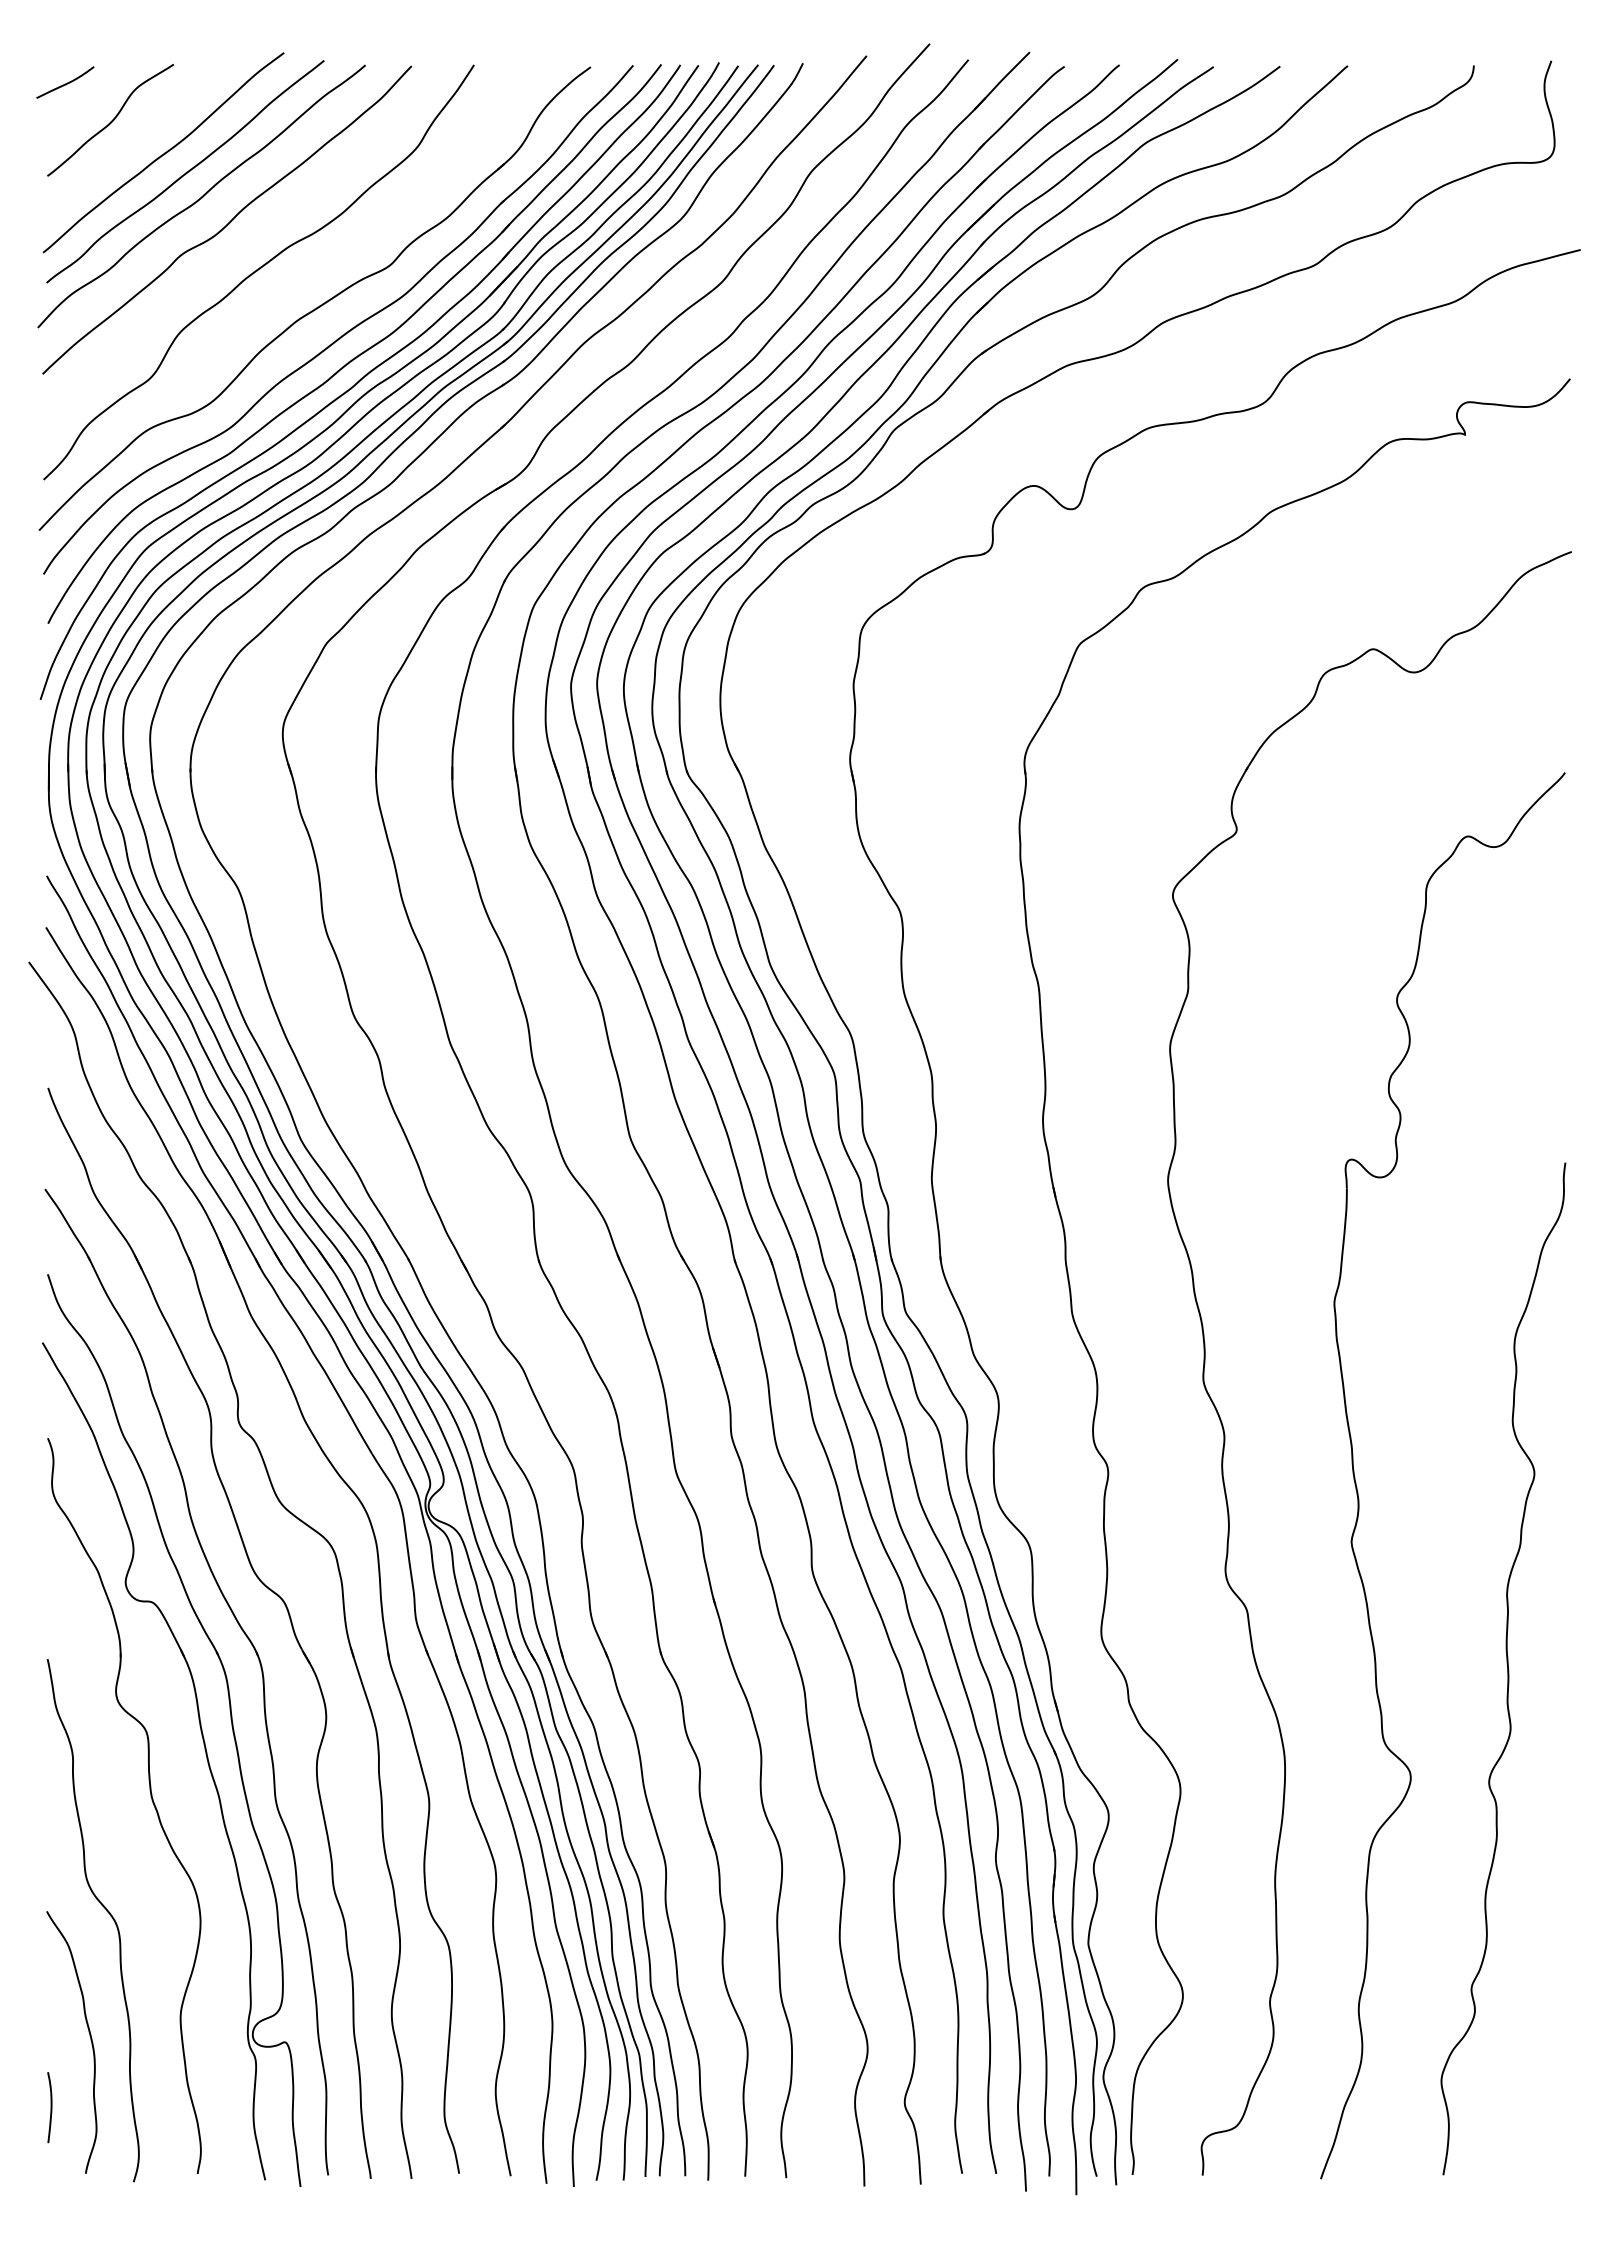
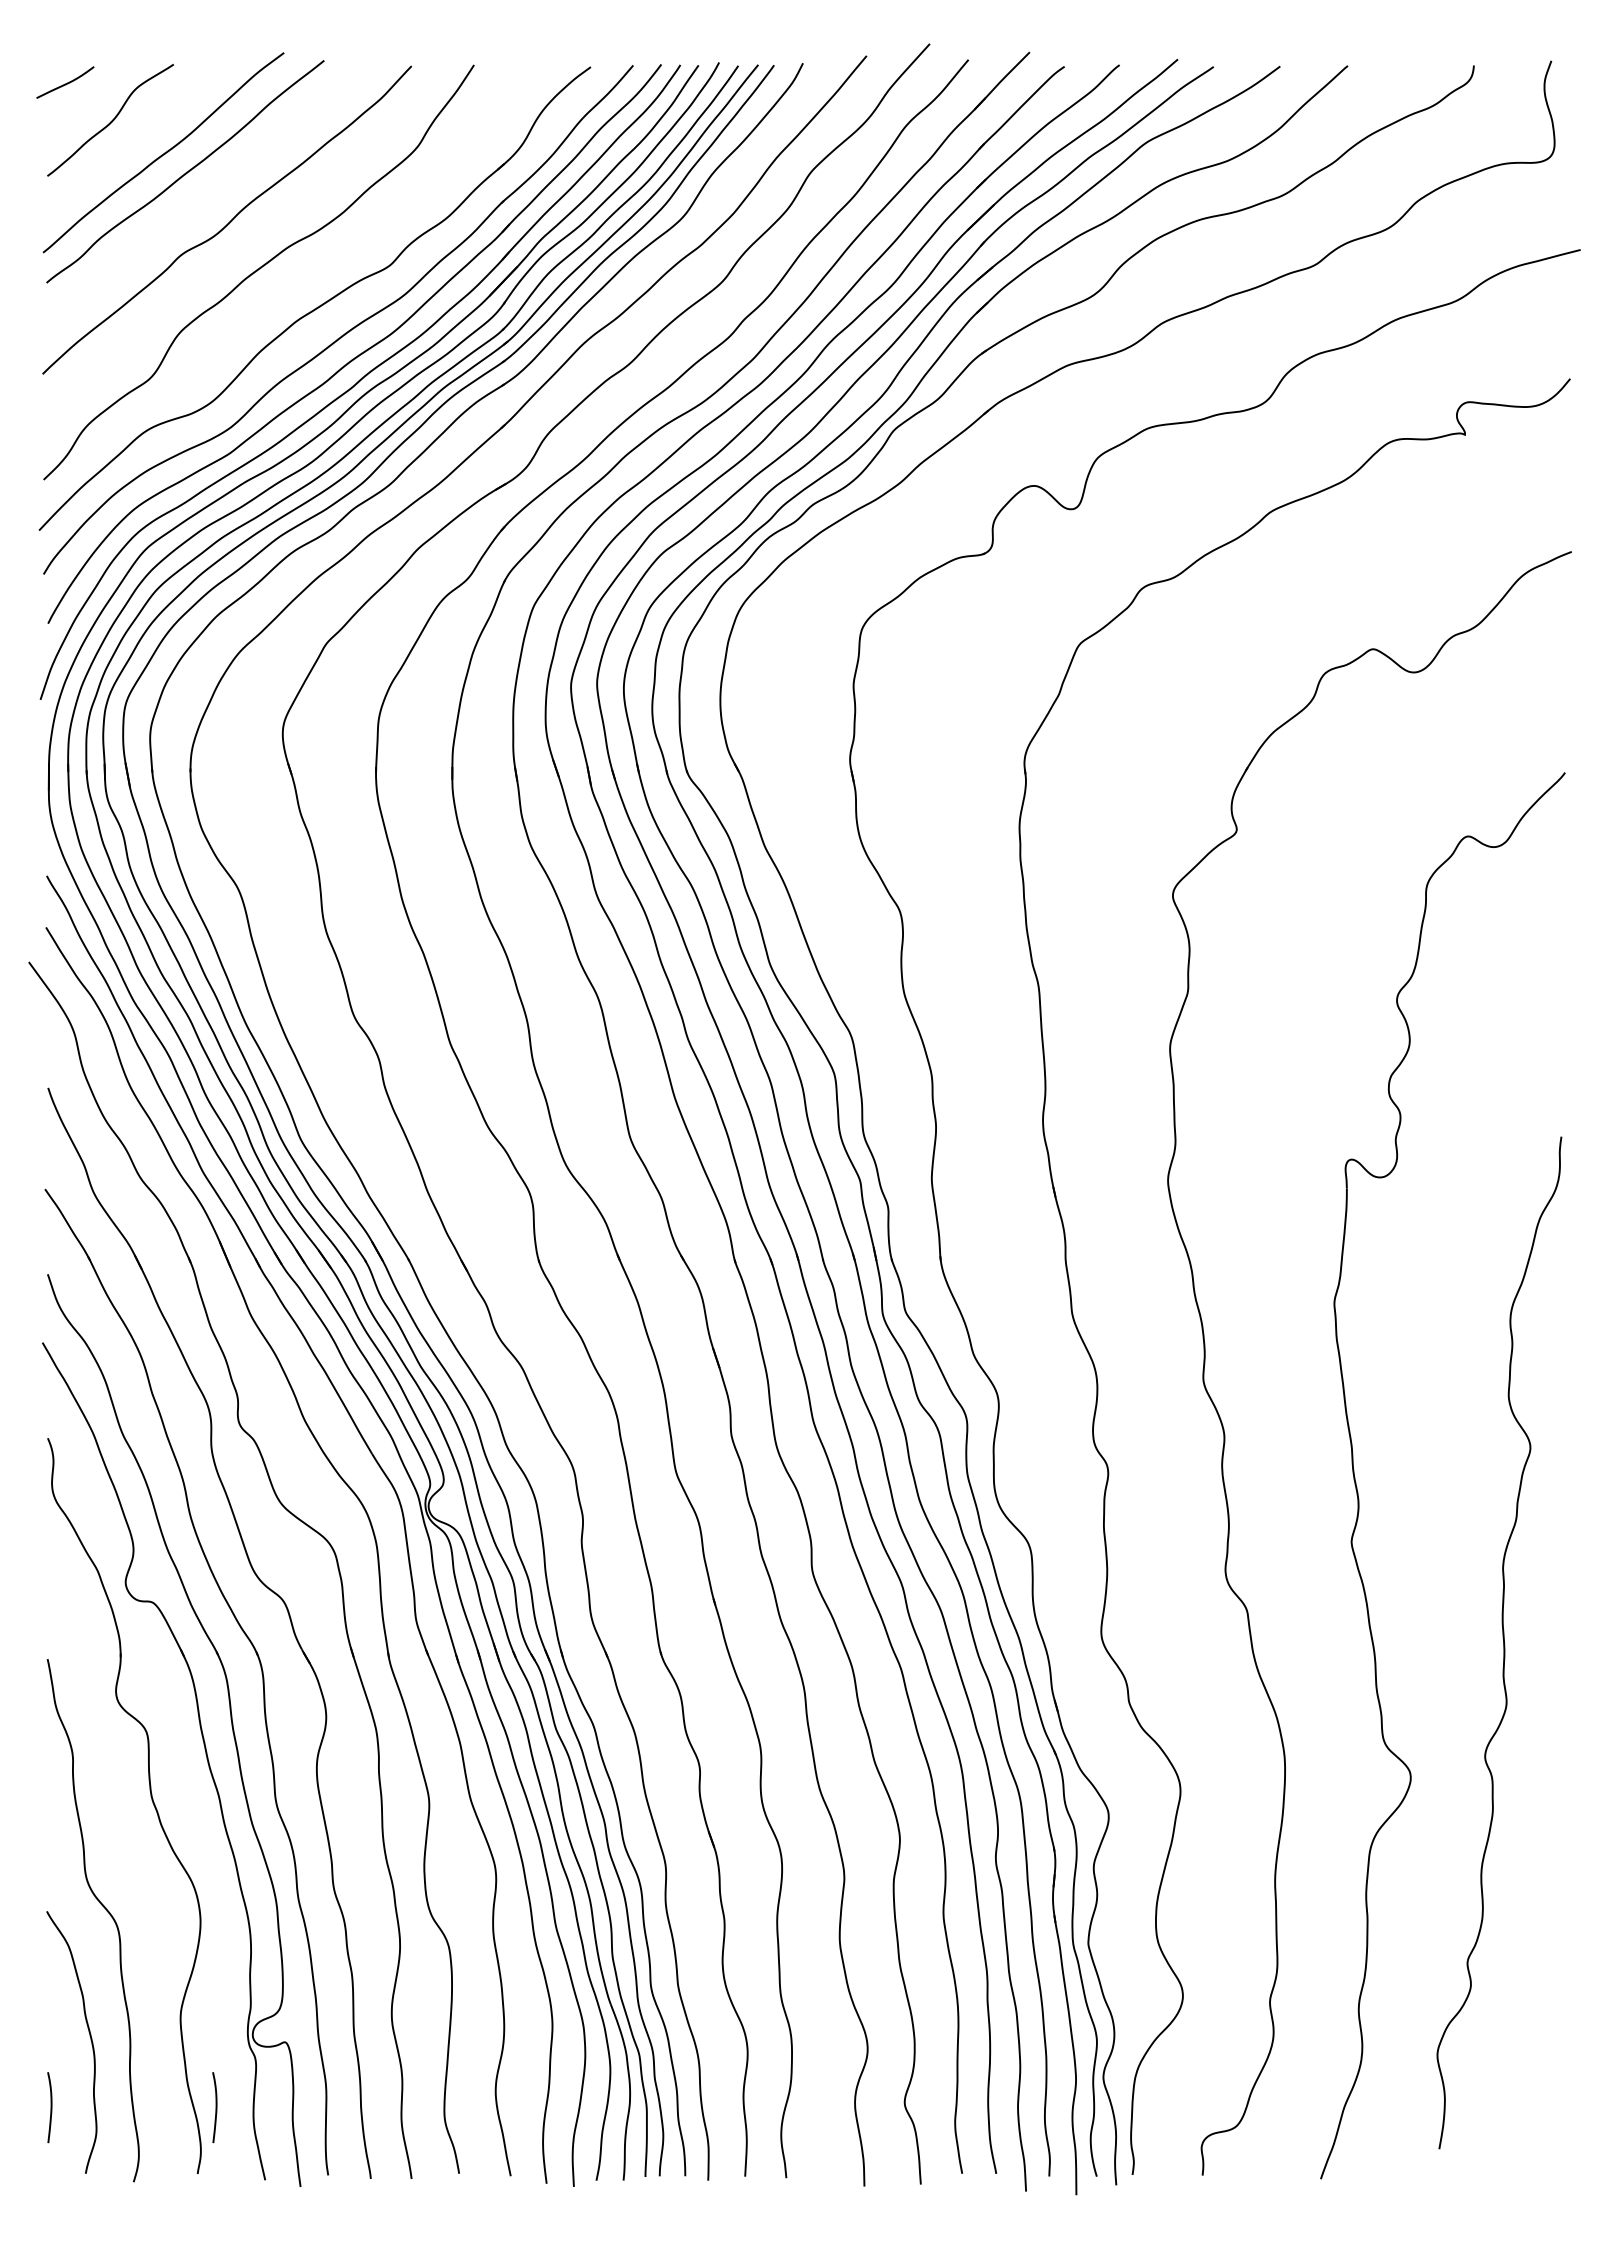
curve at (201, 196): present -> none
part at (1503, 1668) position: (1503, 1668) -> (1499, 1642)
curve at (215, 2107): none -> present
